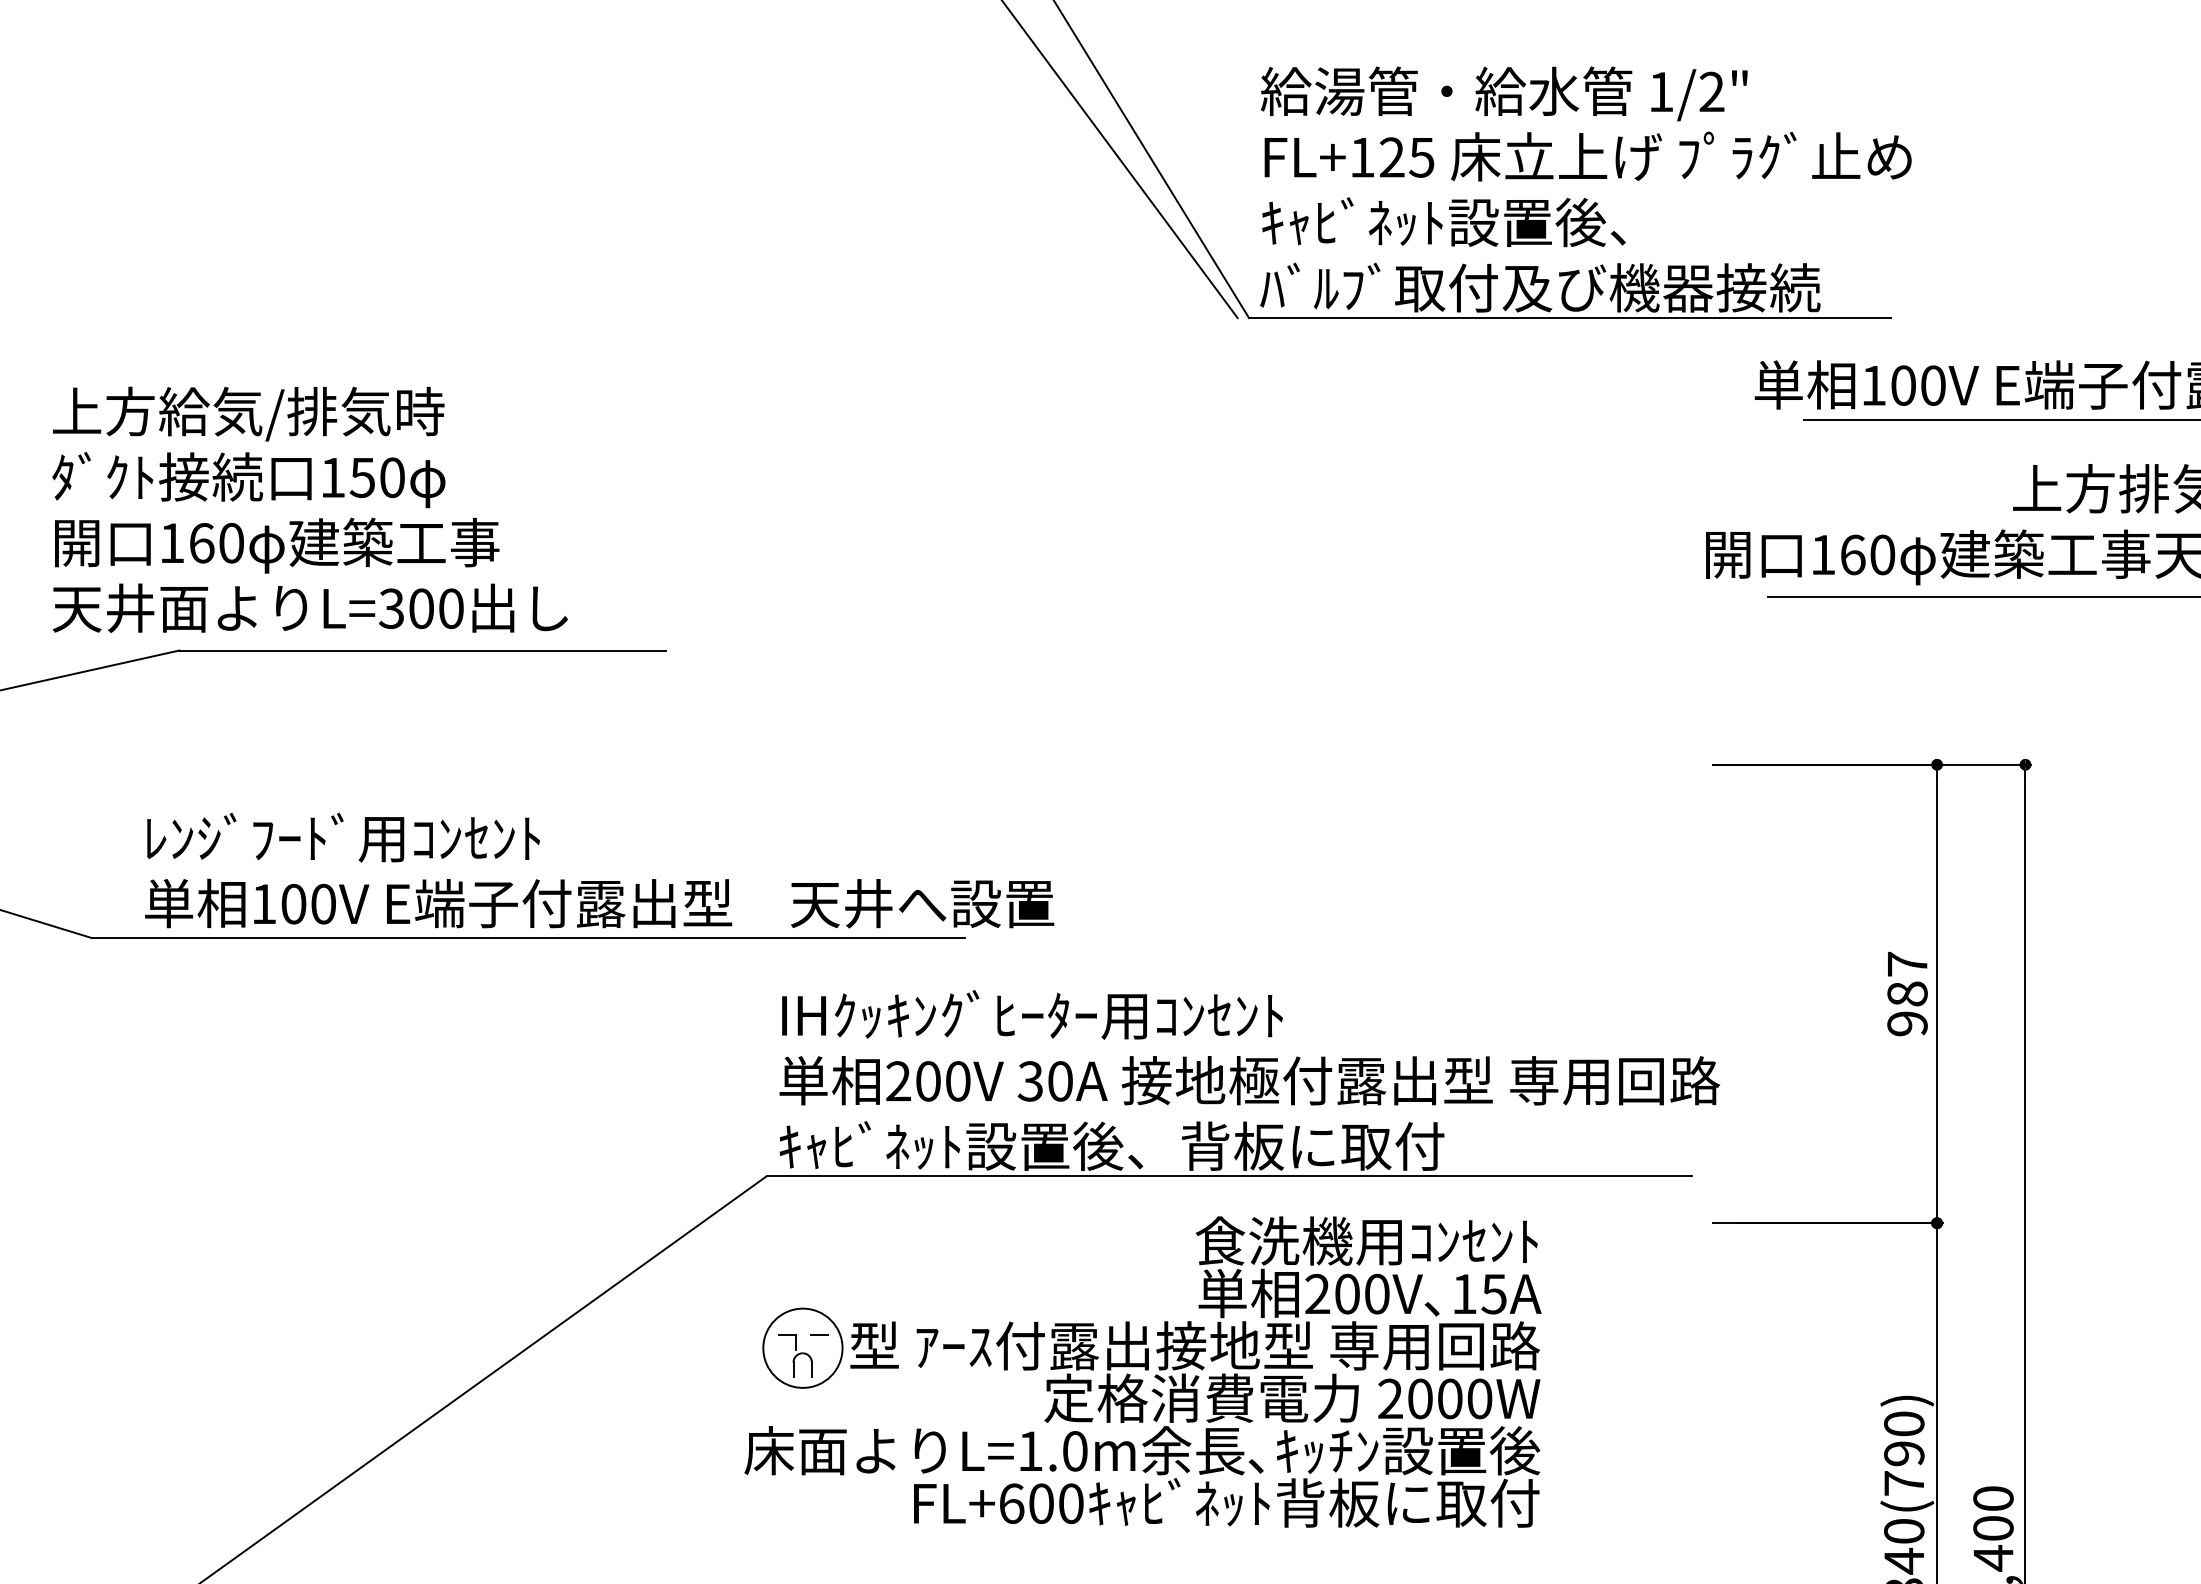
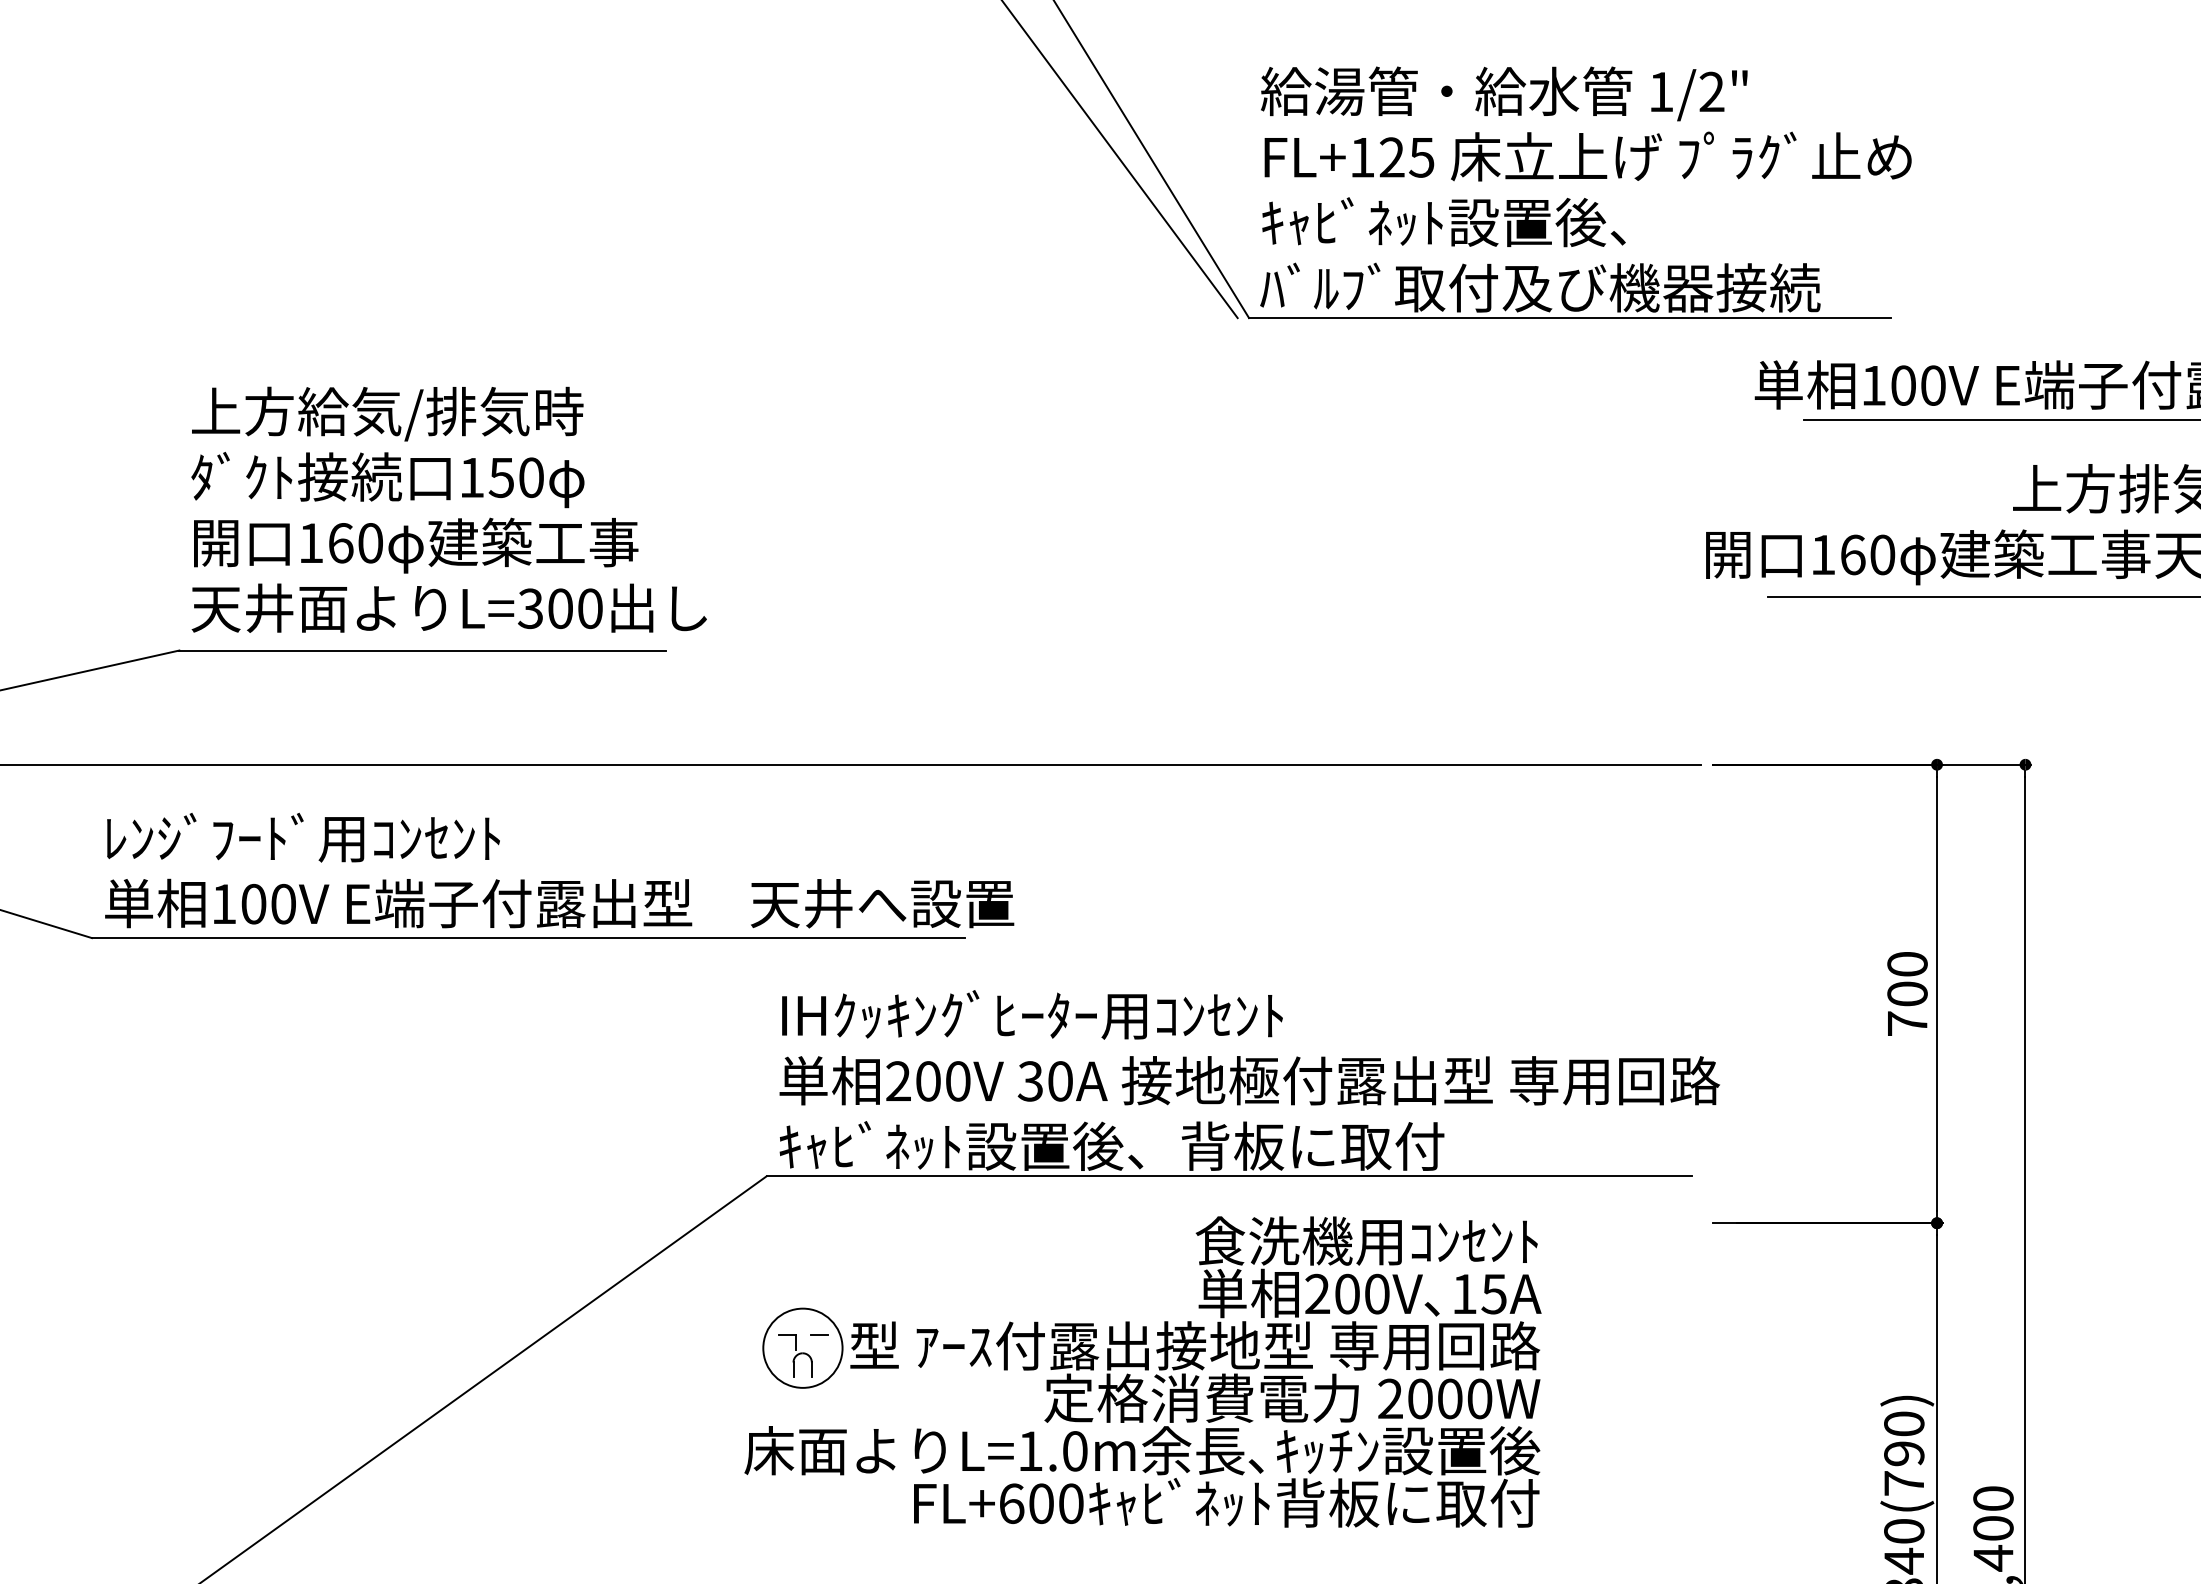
text at (309, 509) position: (309, 509) -> (448, 509)
line at (851, 764): none -> present
text at (599, 870) position: (599, 870) -> (559, 870)
text at (1907, 993): 987 -> 700
